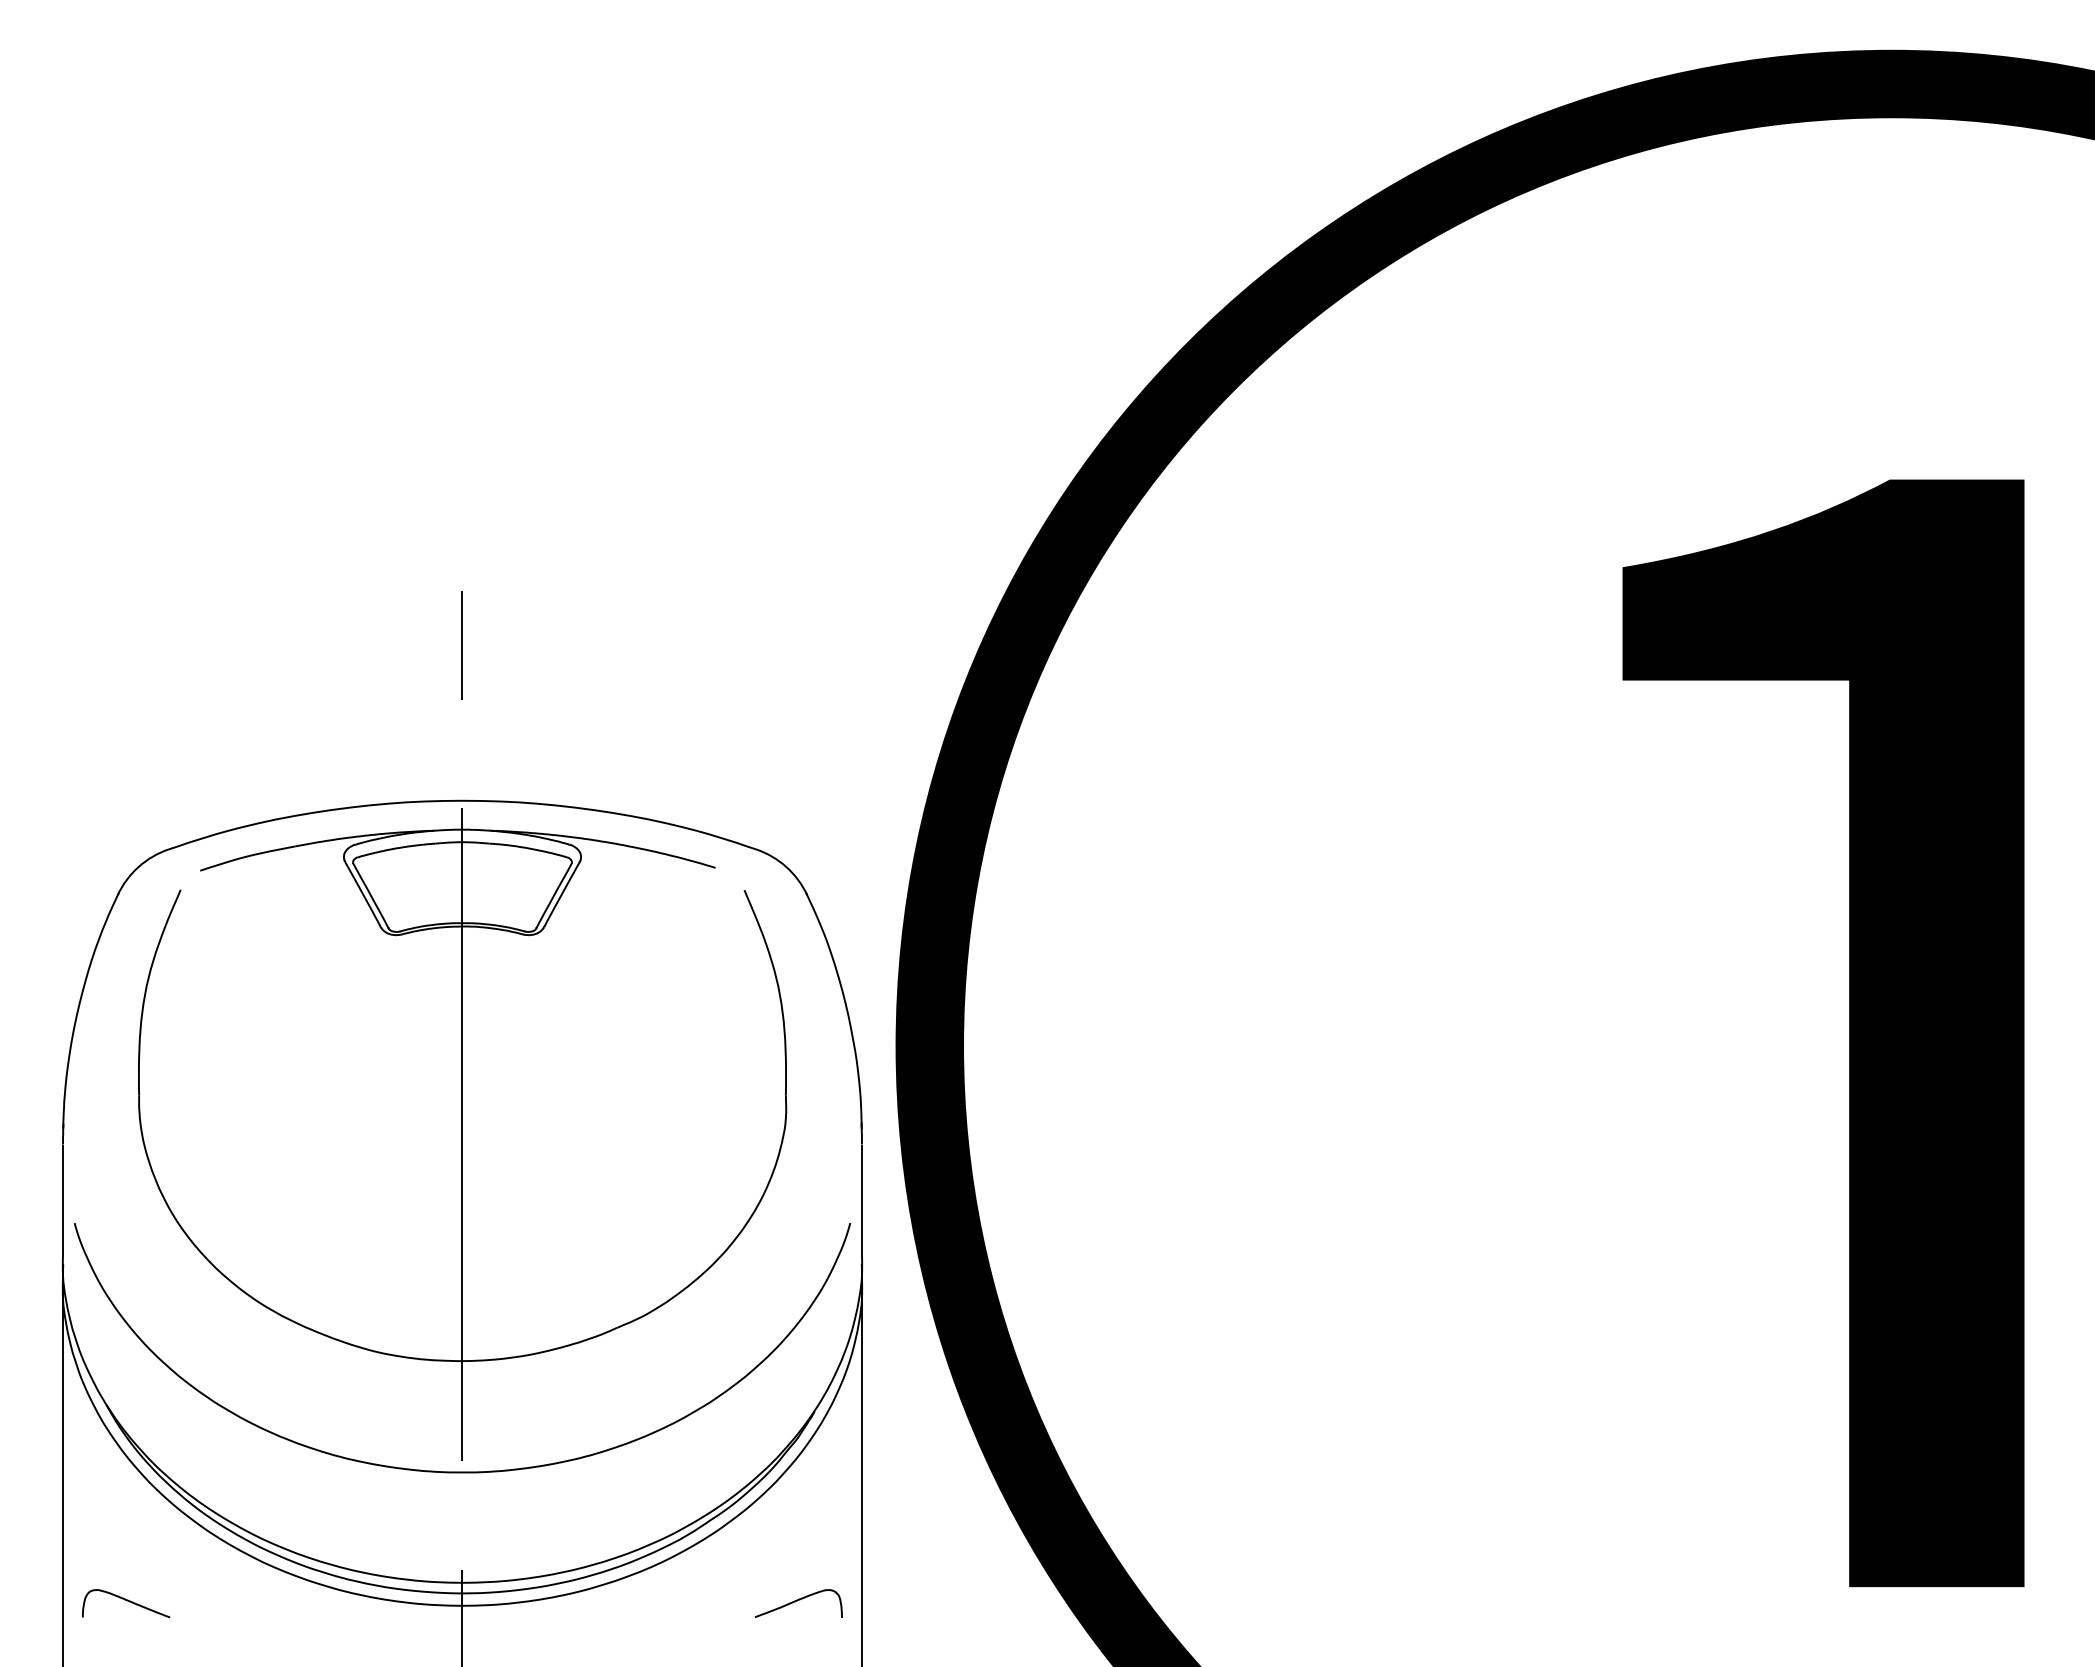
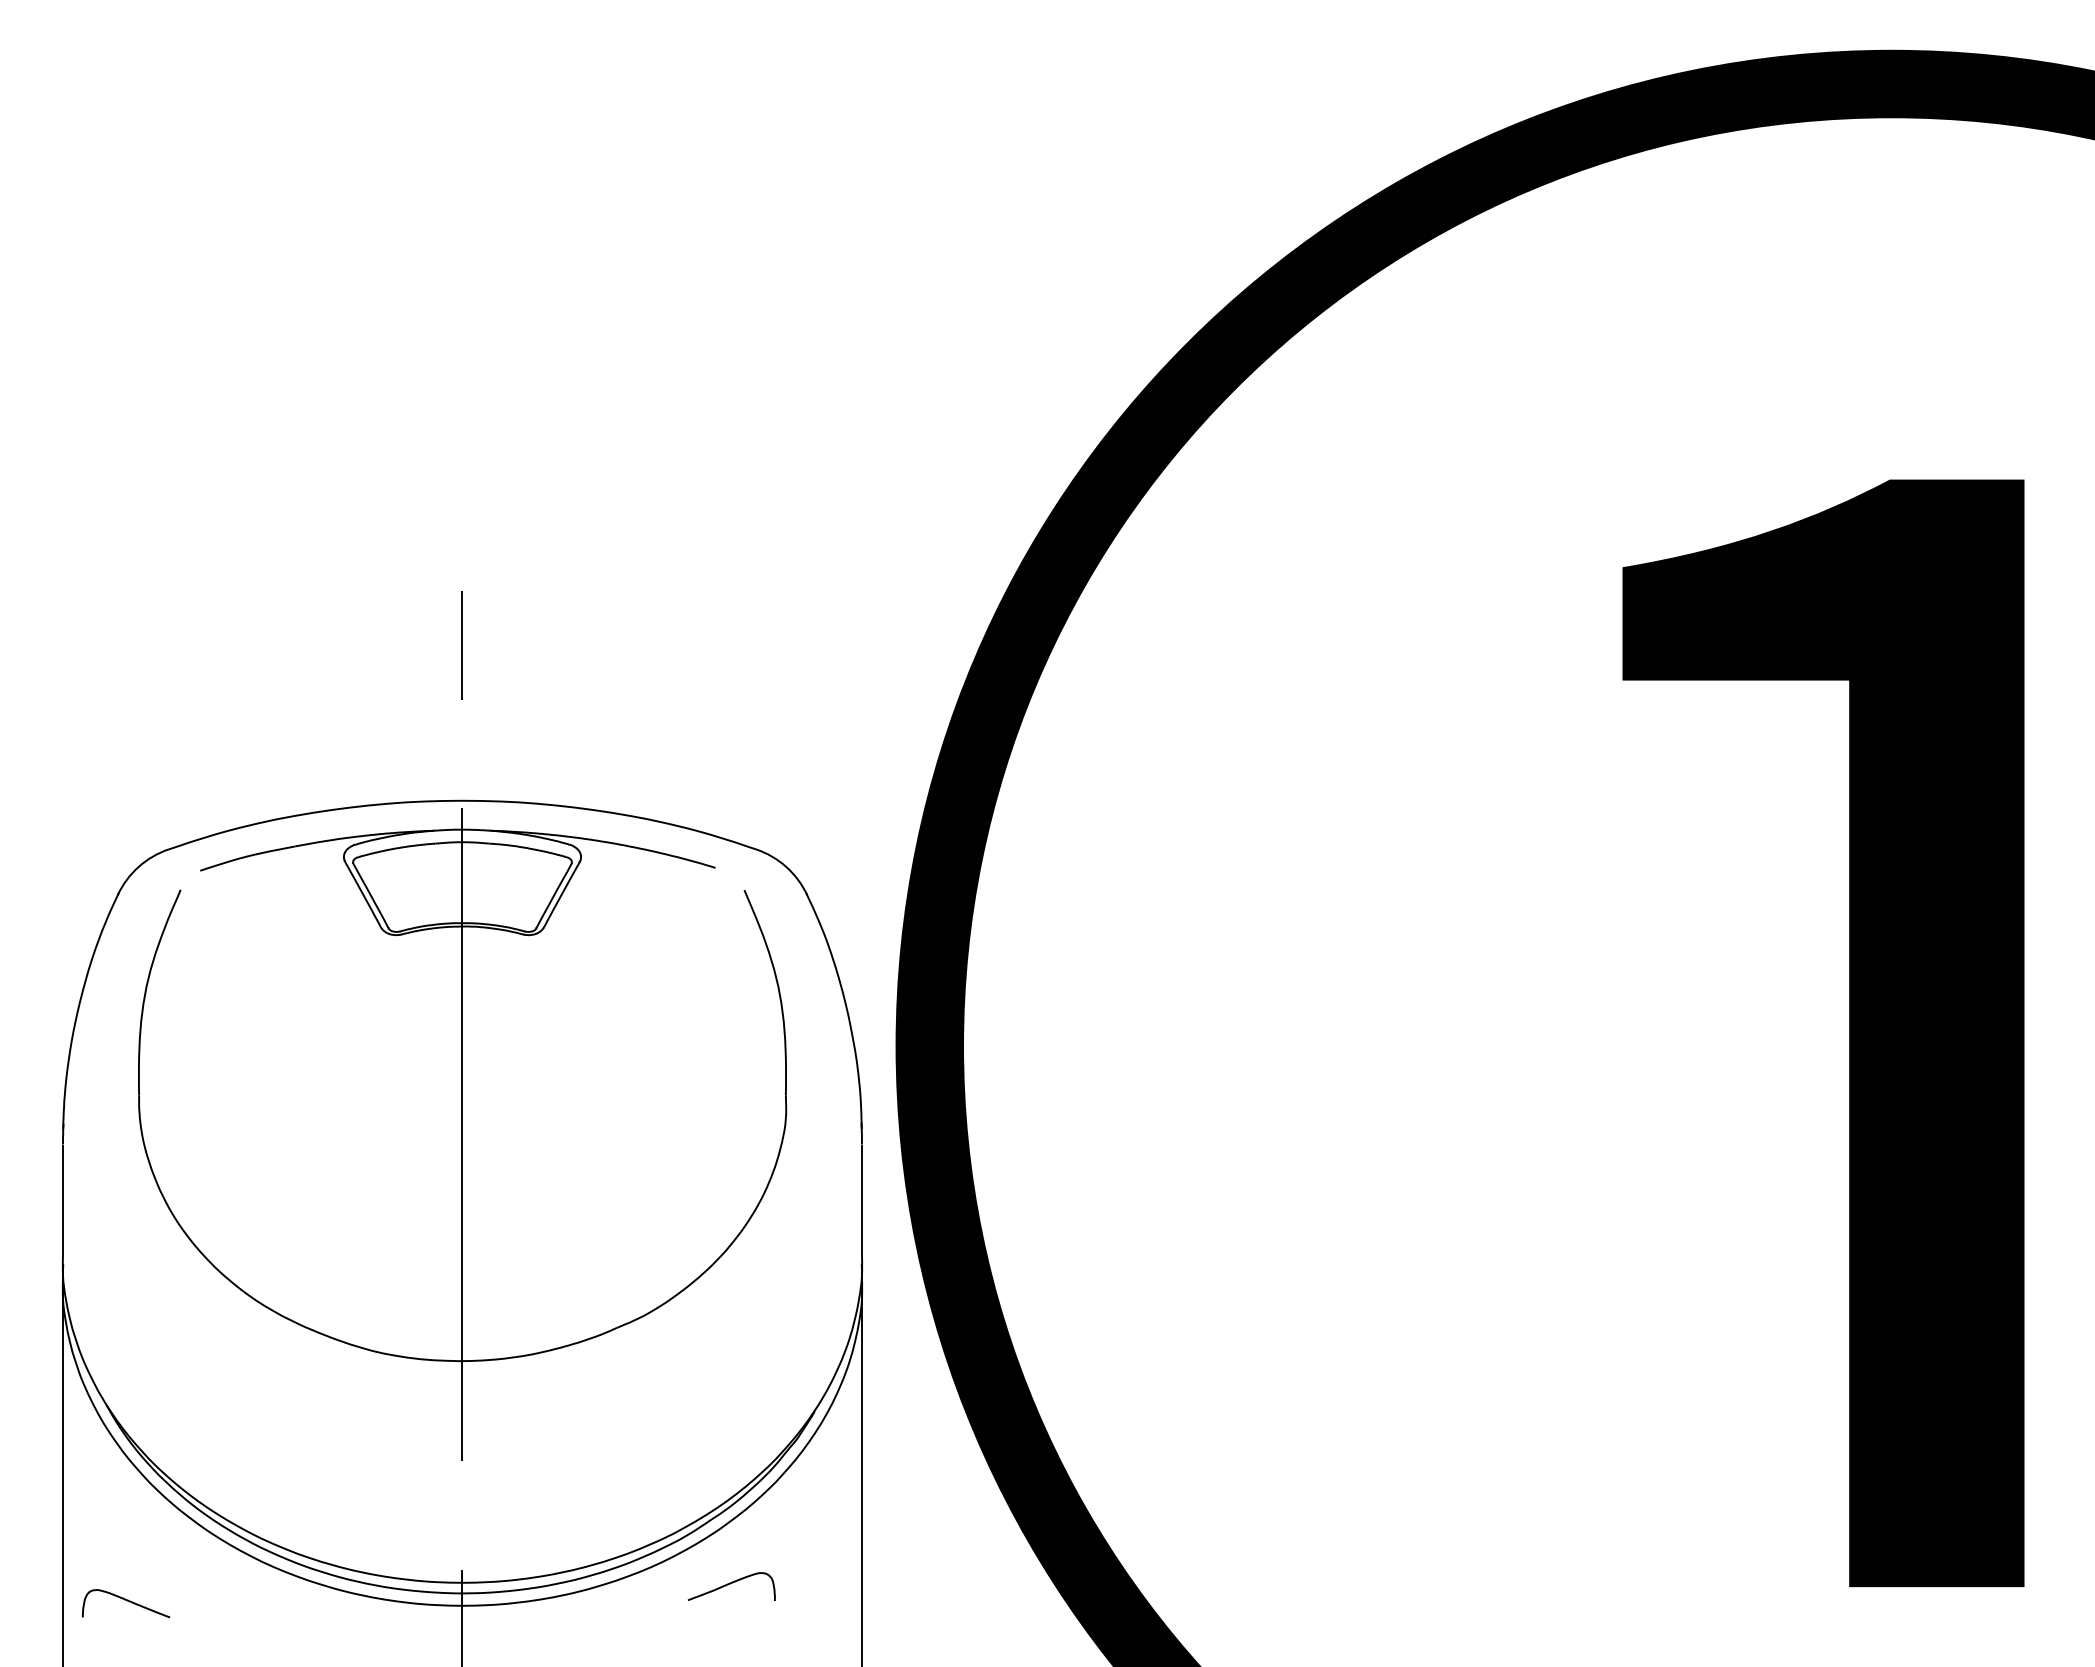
curve at (462, 1471): present -> none
curve at (797, 1601) position: (797, 1601) -> (730, 1584)
